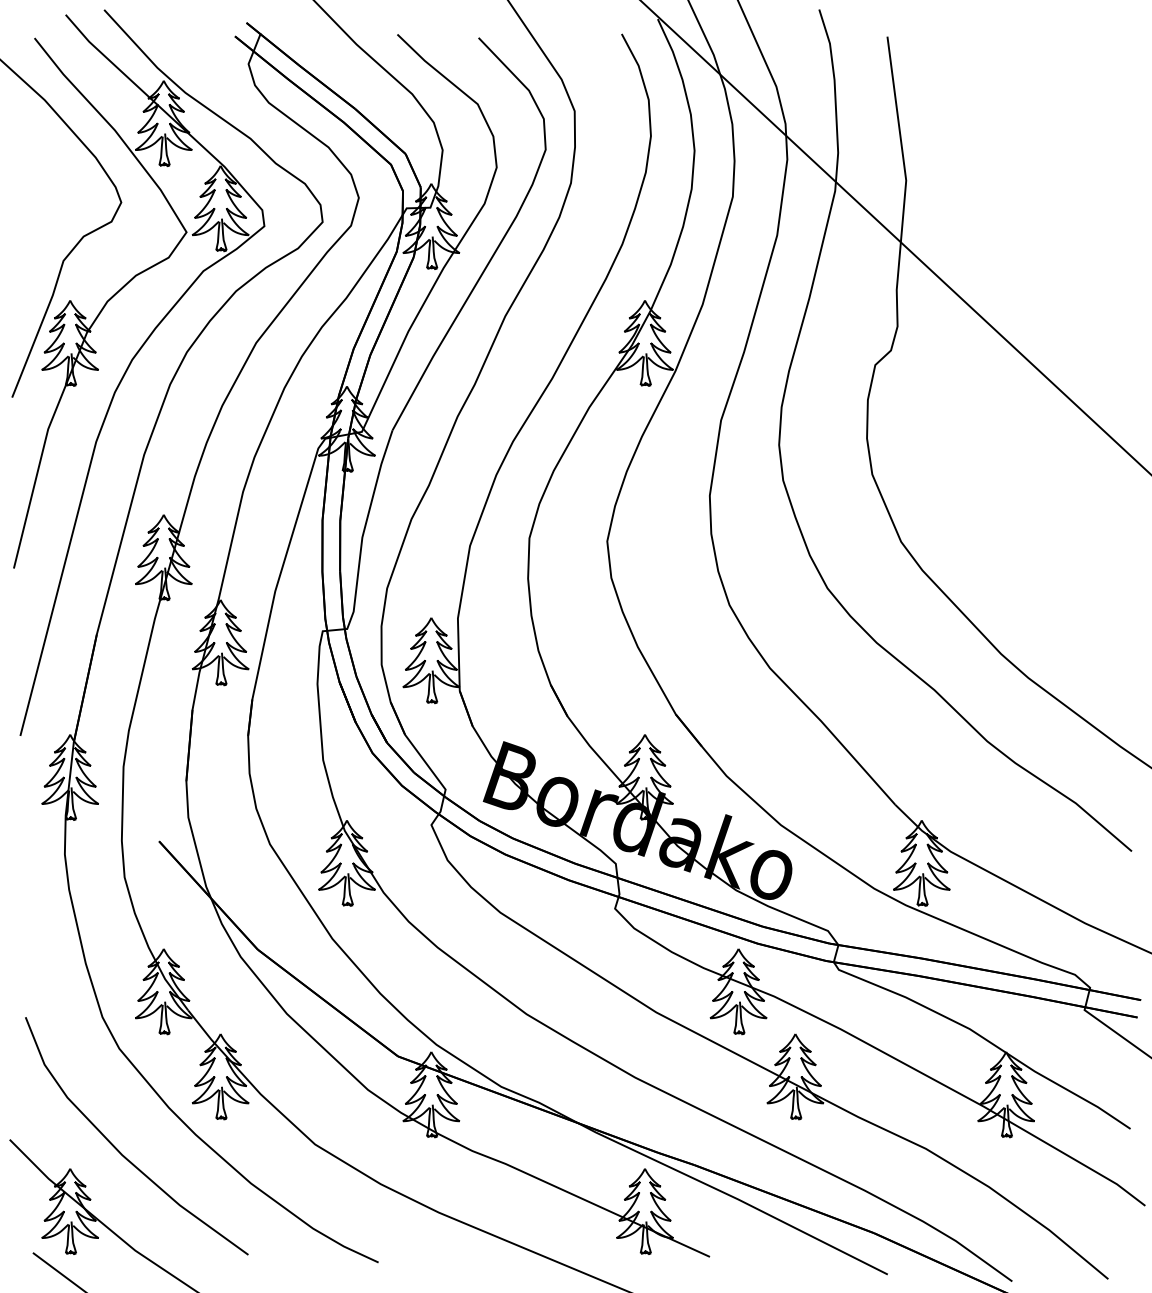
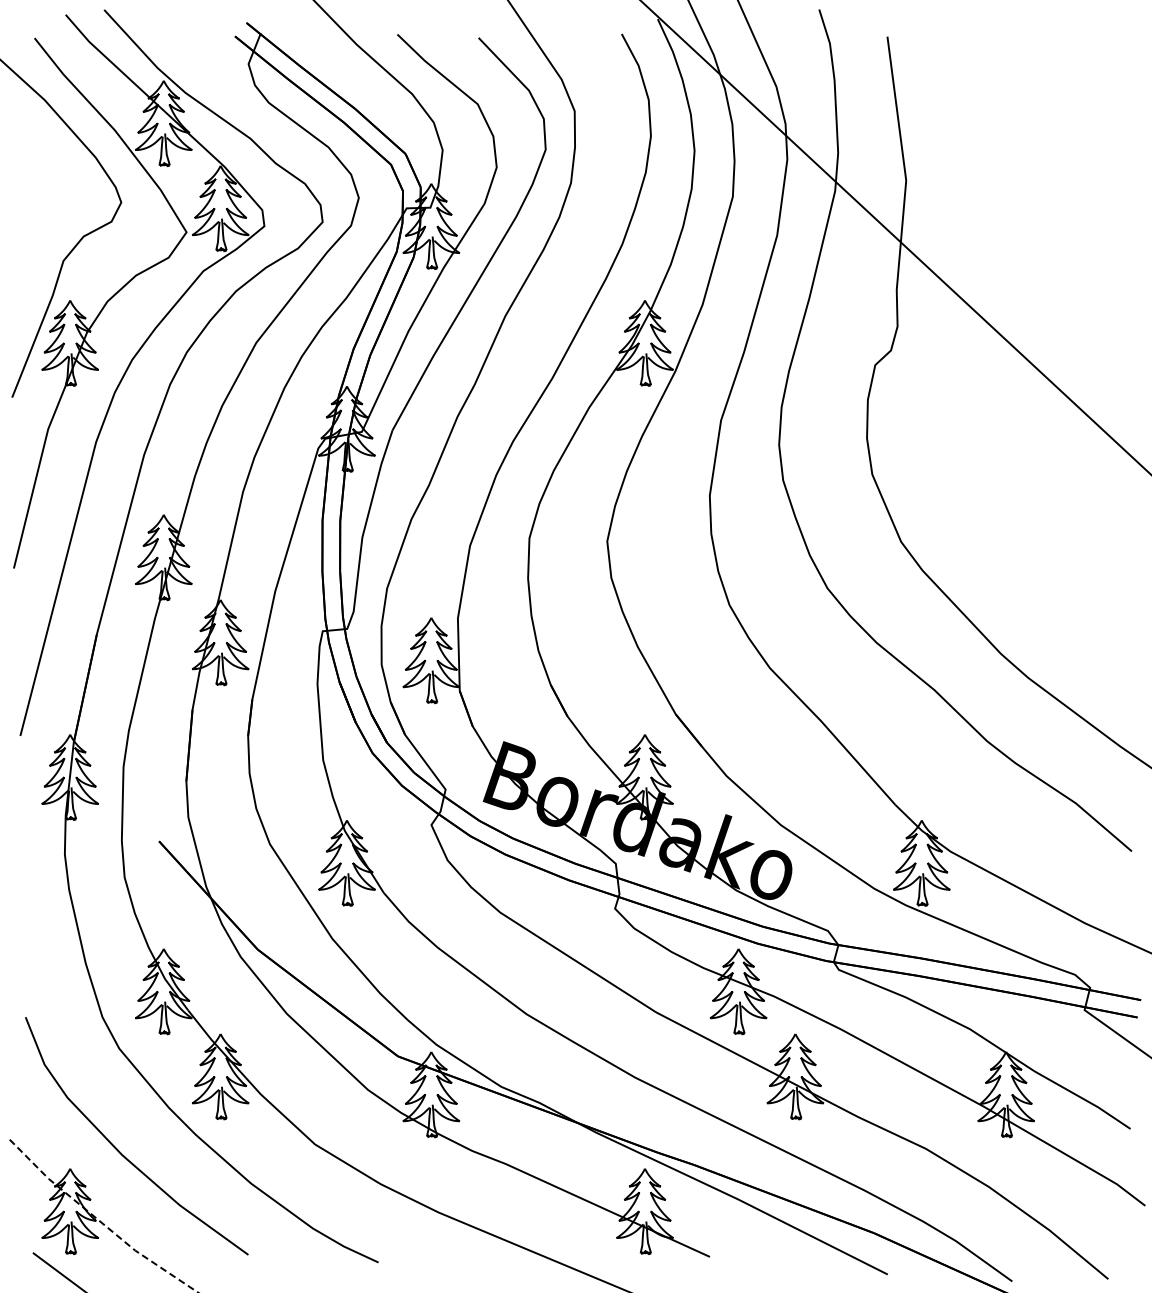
line at (100, 1221): solid -> dashed
